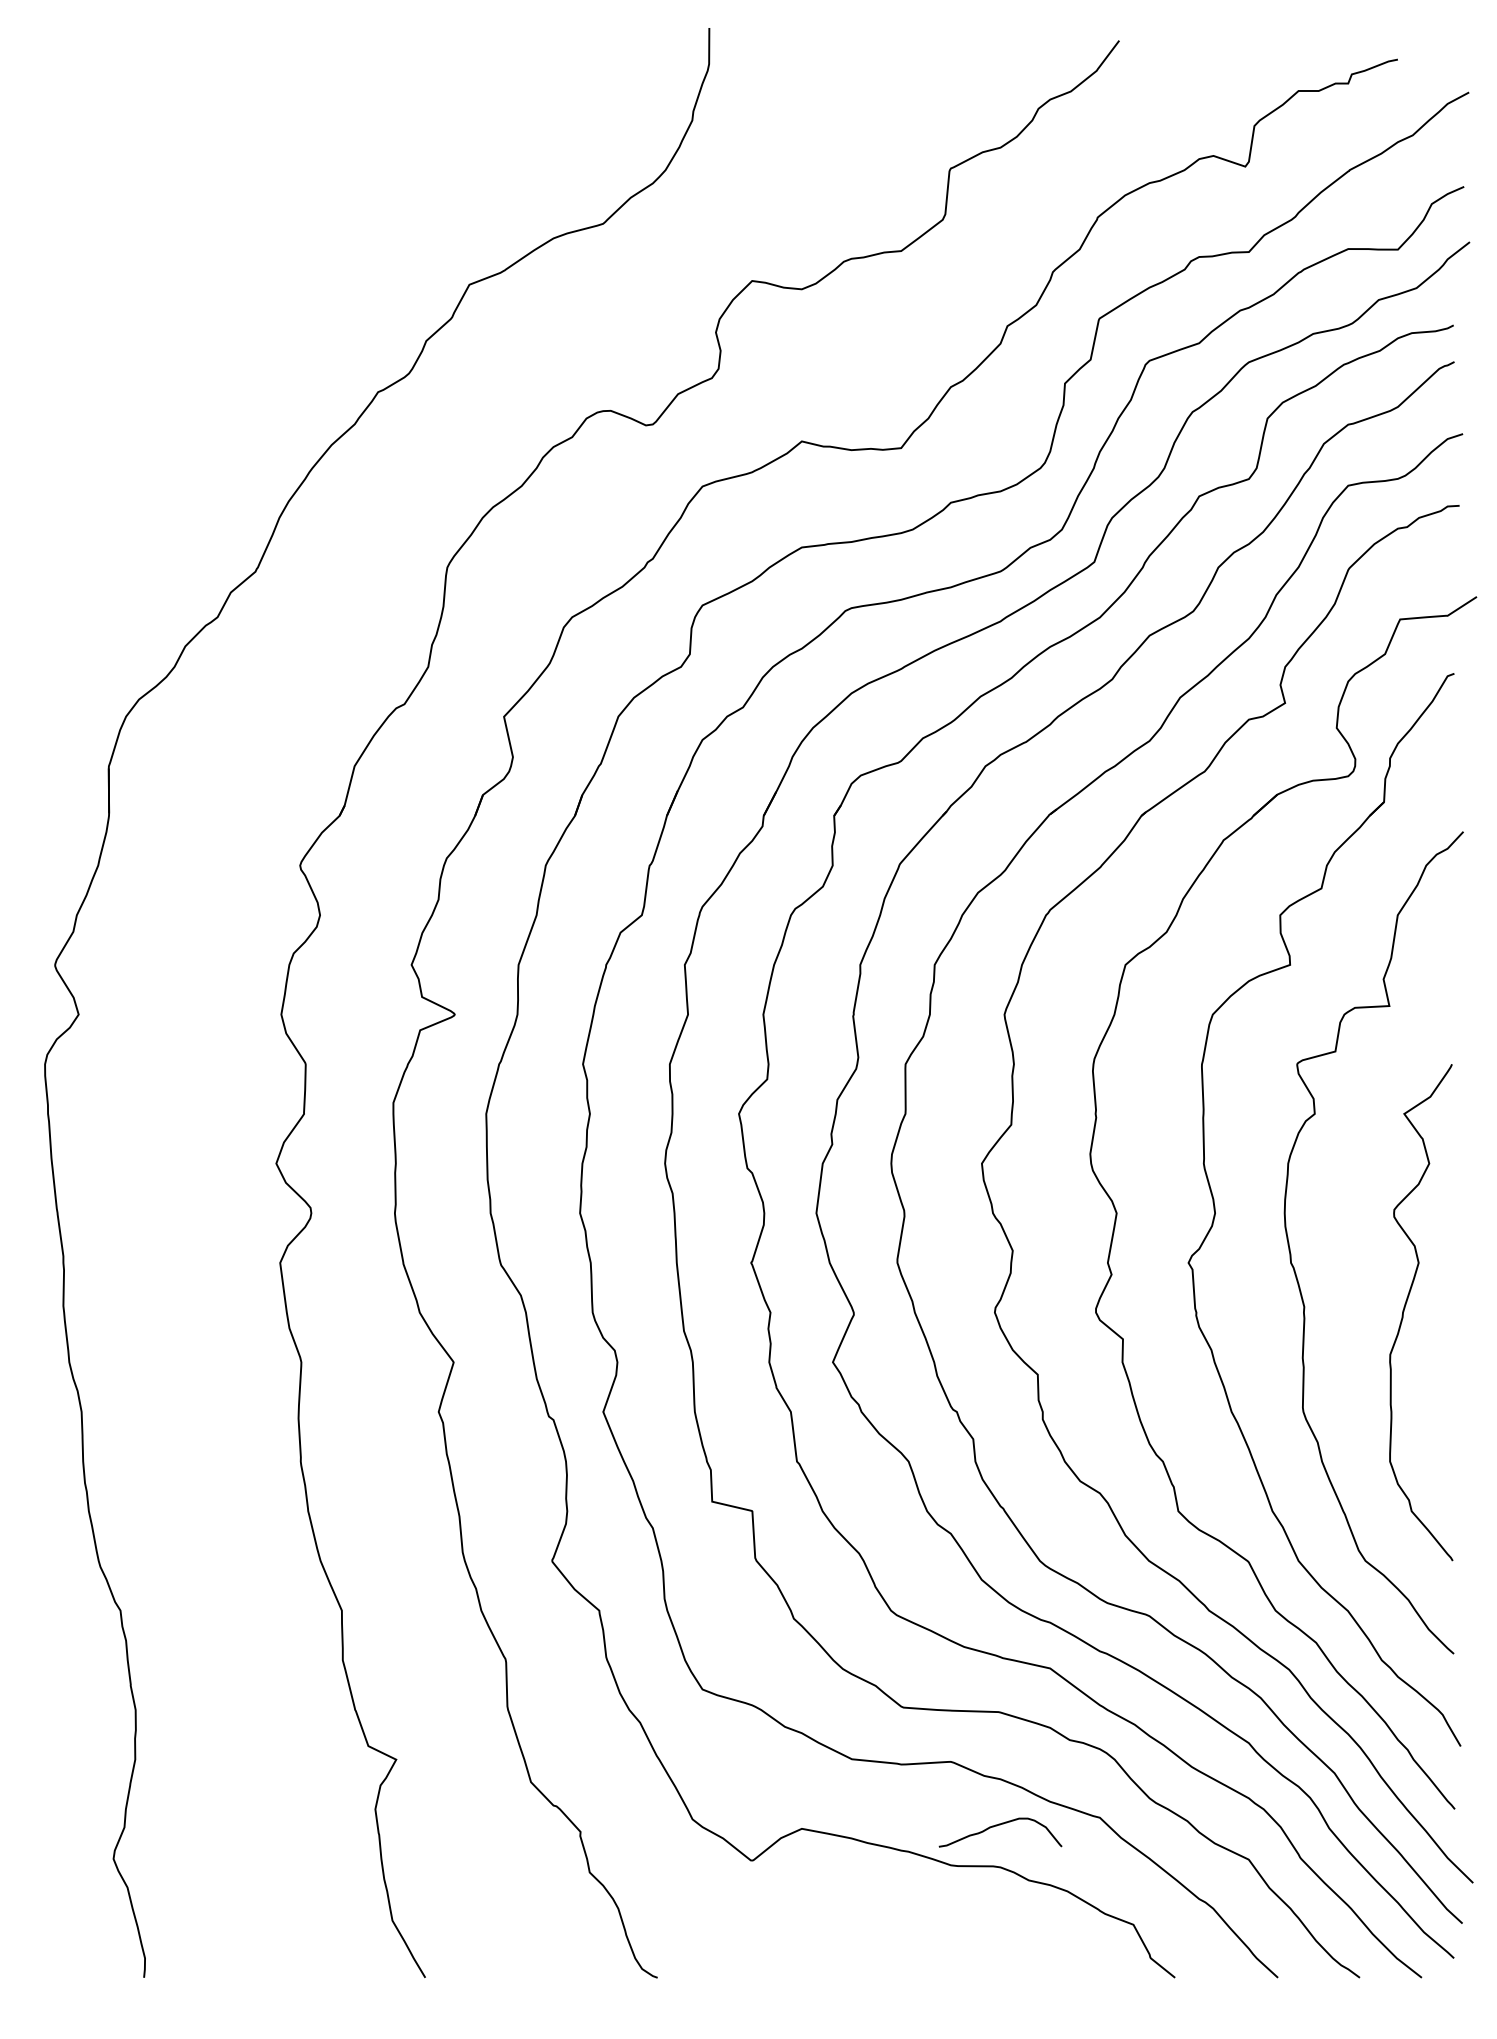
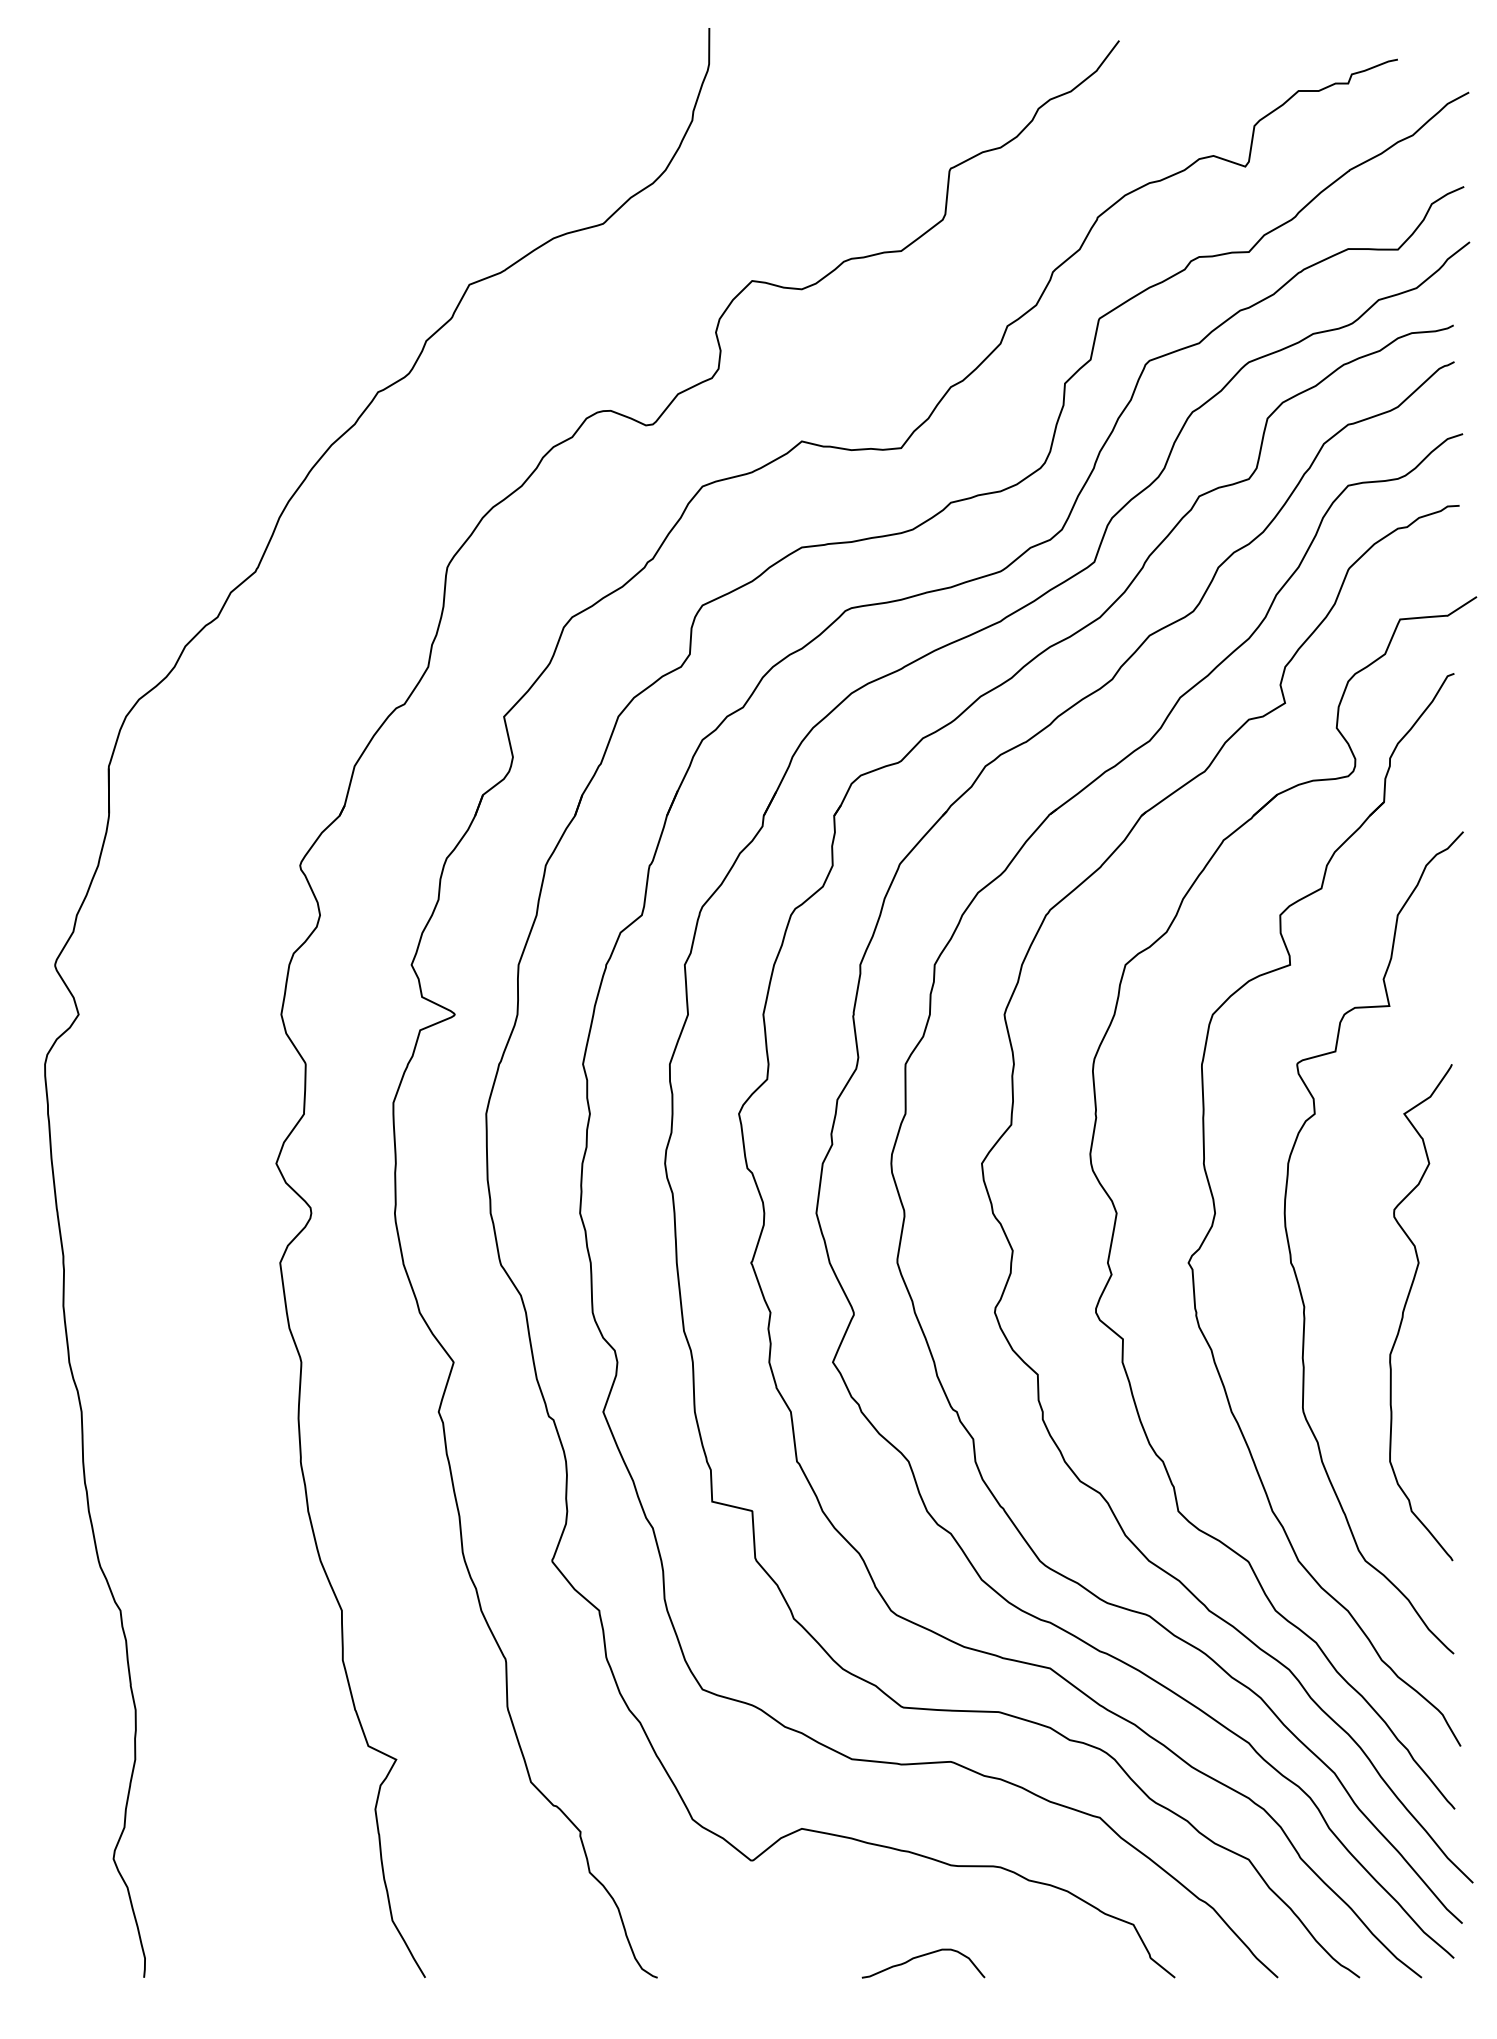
curve at (997, 1826) position: (997, 1826) -> (920, 1957)
